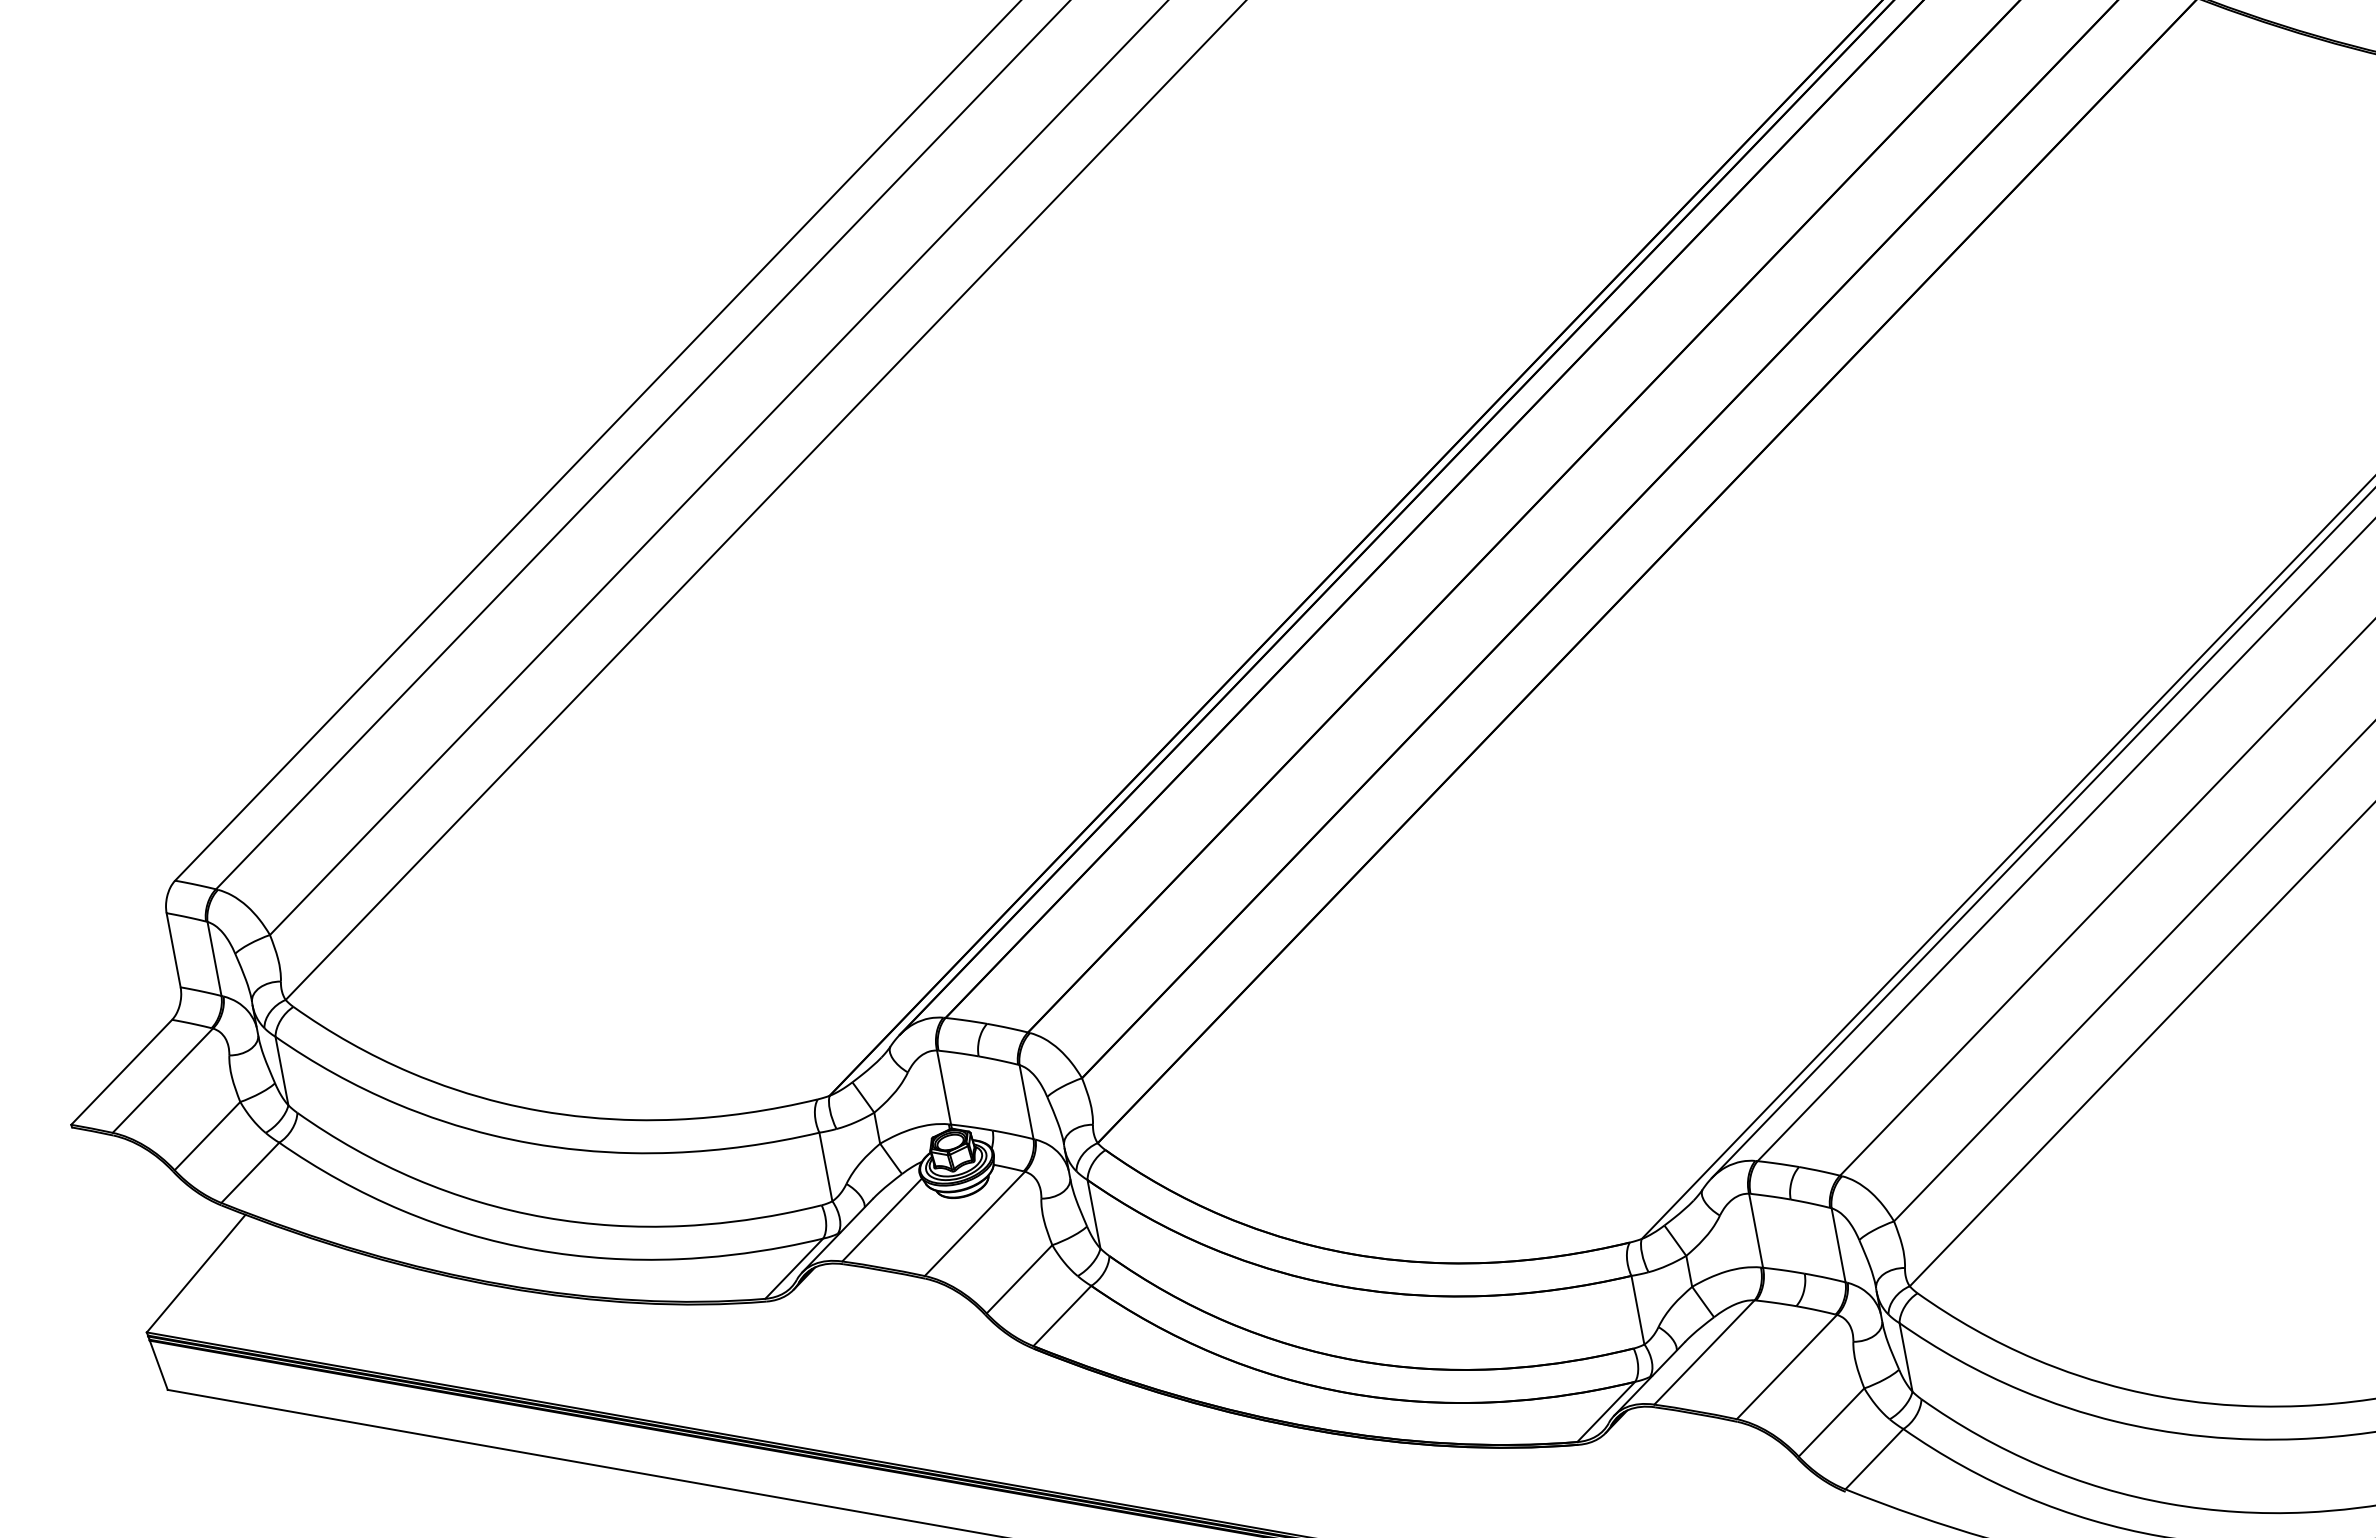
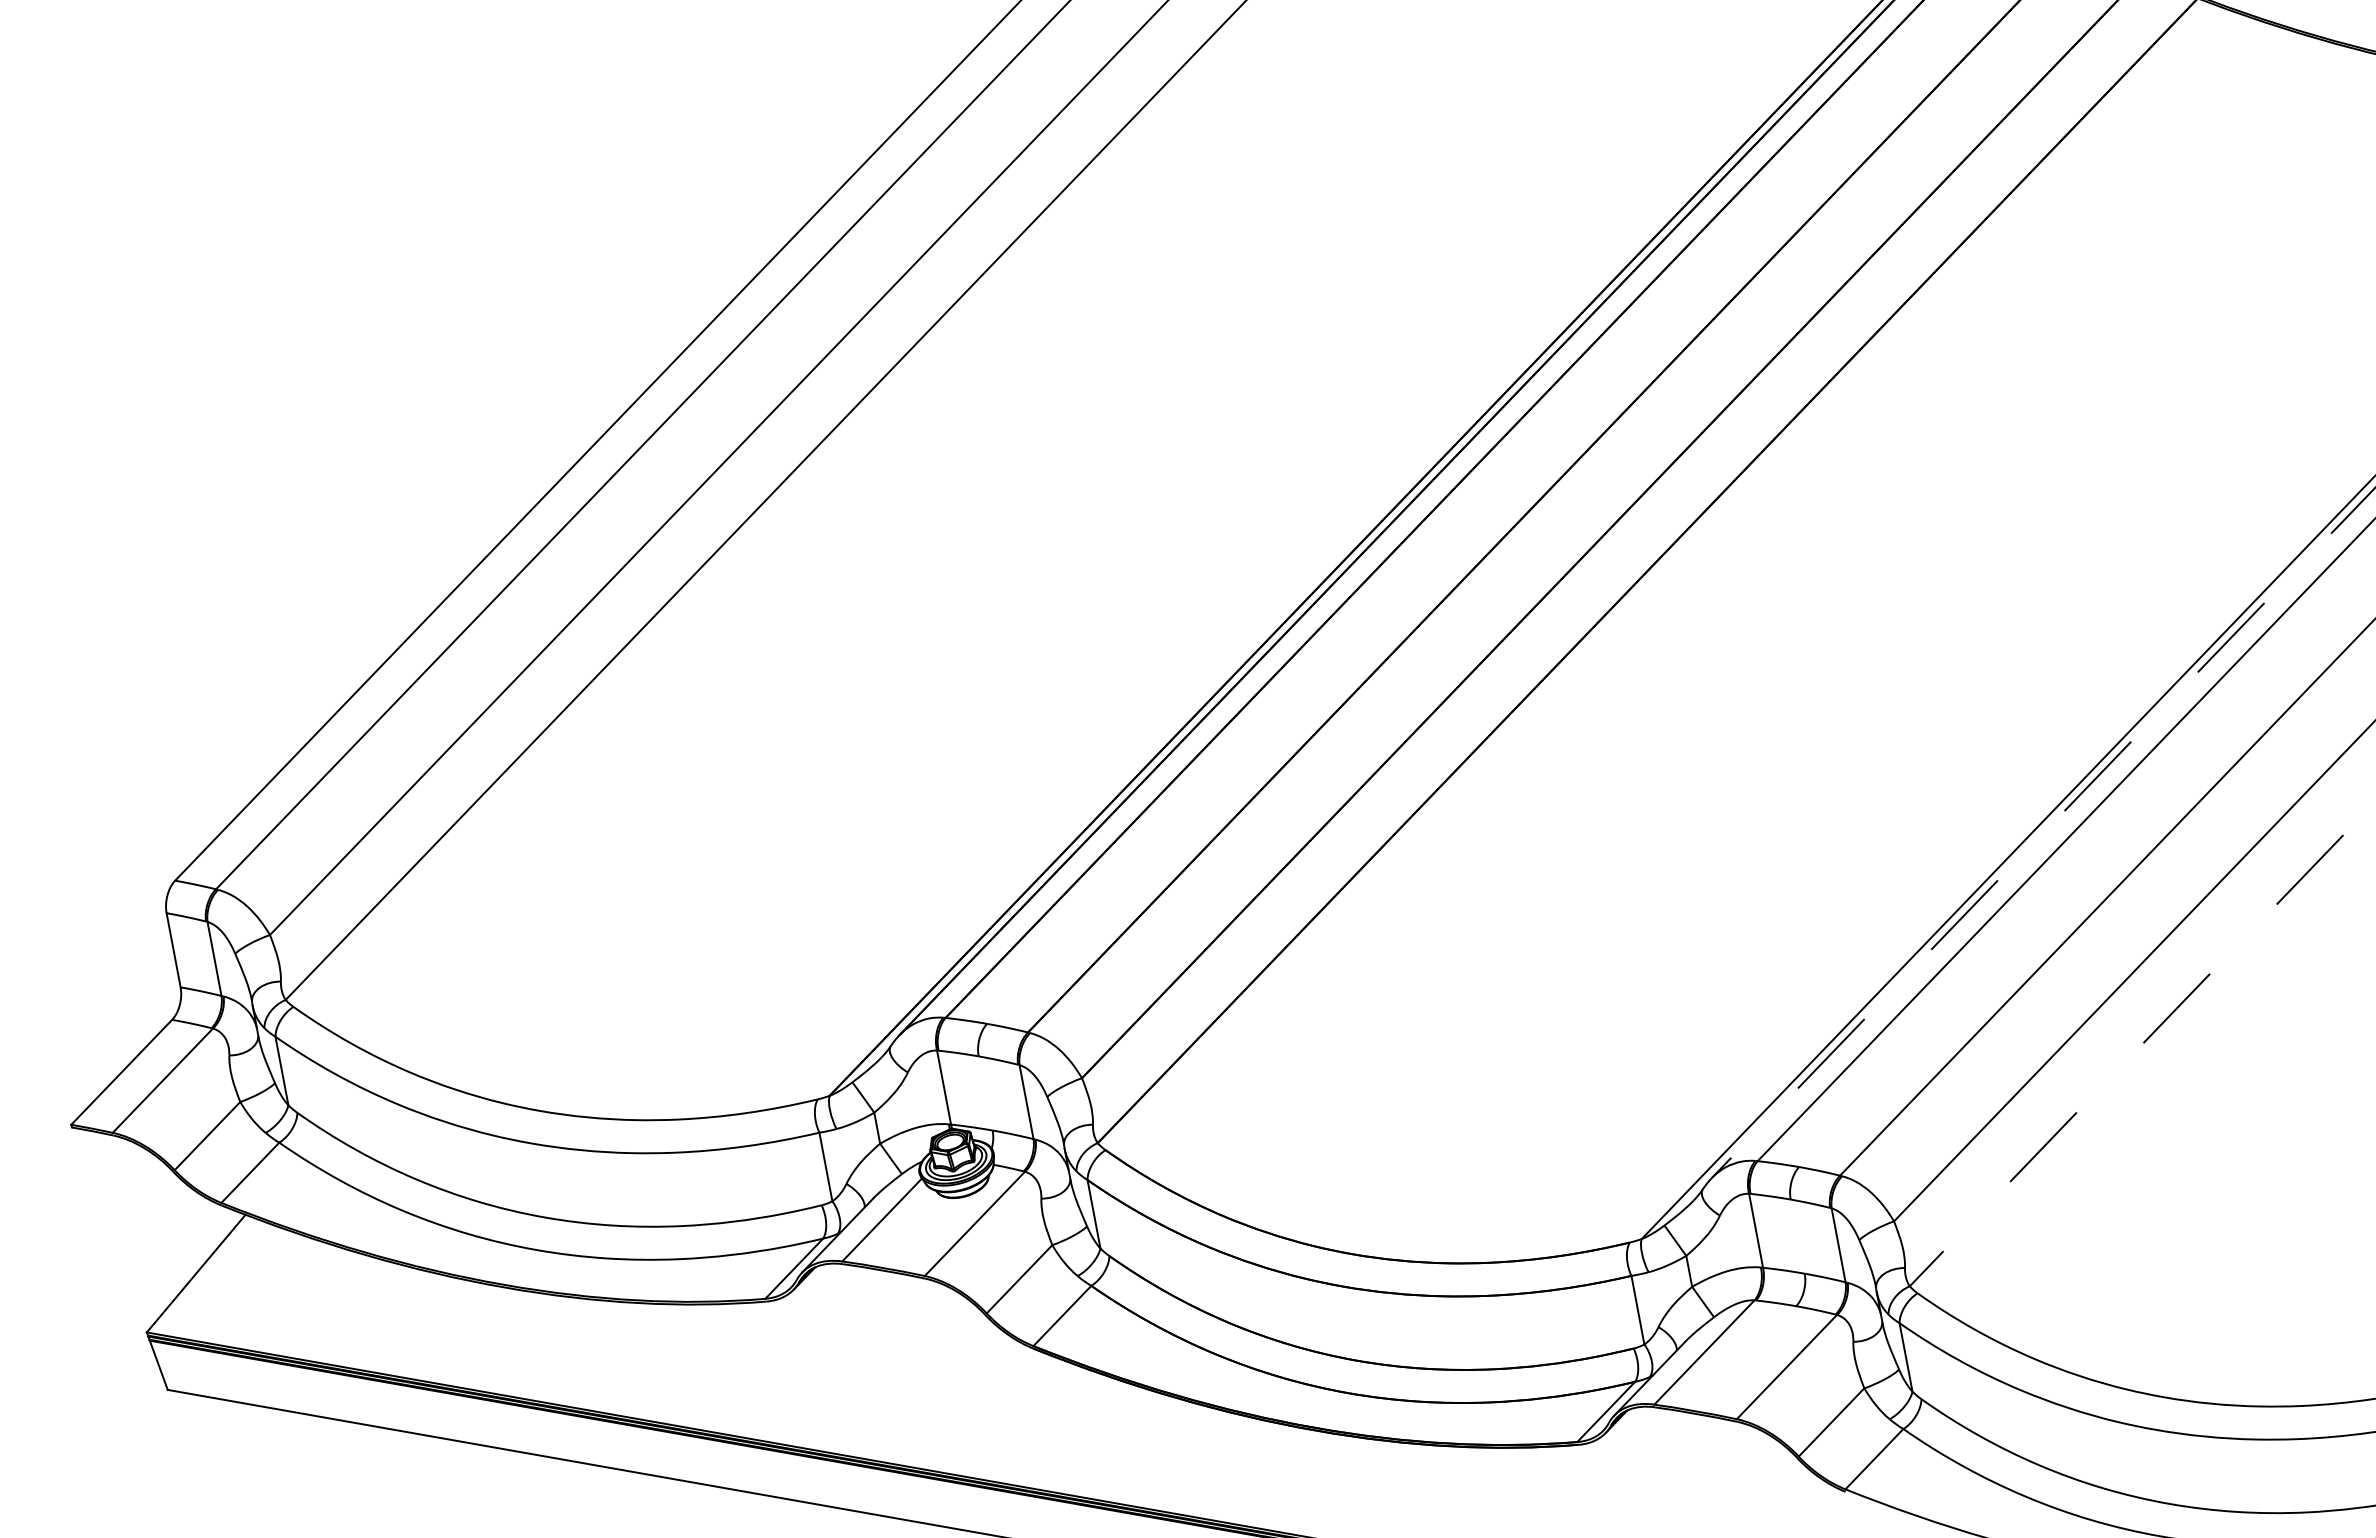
line at (2043, 832): solid -> dashed
line at (2142, 1044): solid -> dashed
